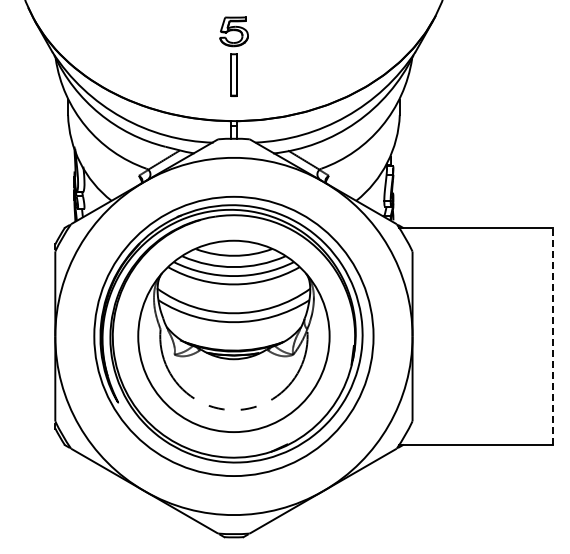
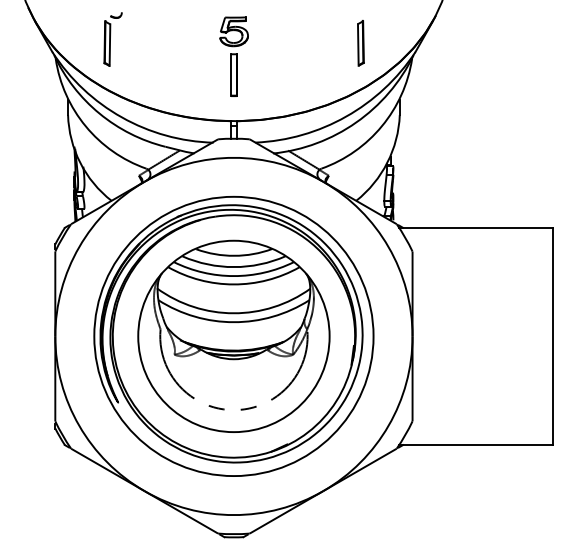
part at (112, 39): none -> present
part at (360, 43): none -> present
line at (552, 335): dashed -> solid
